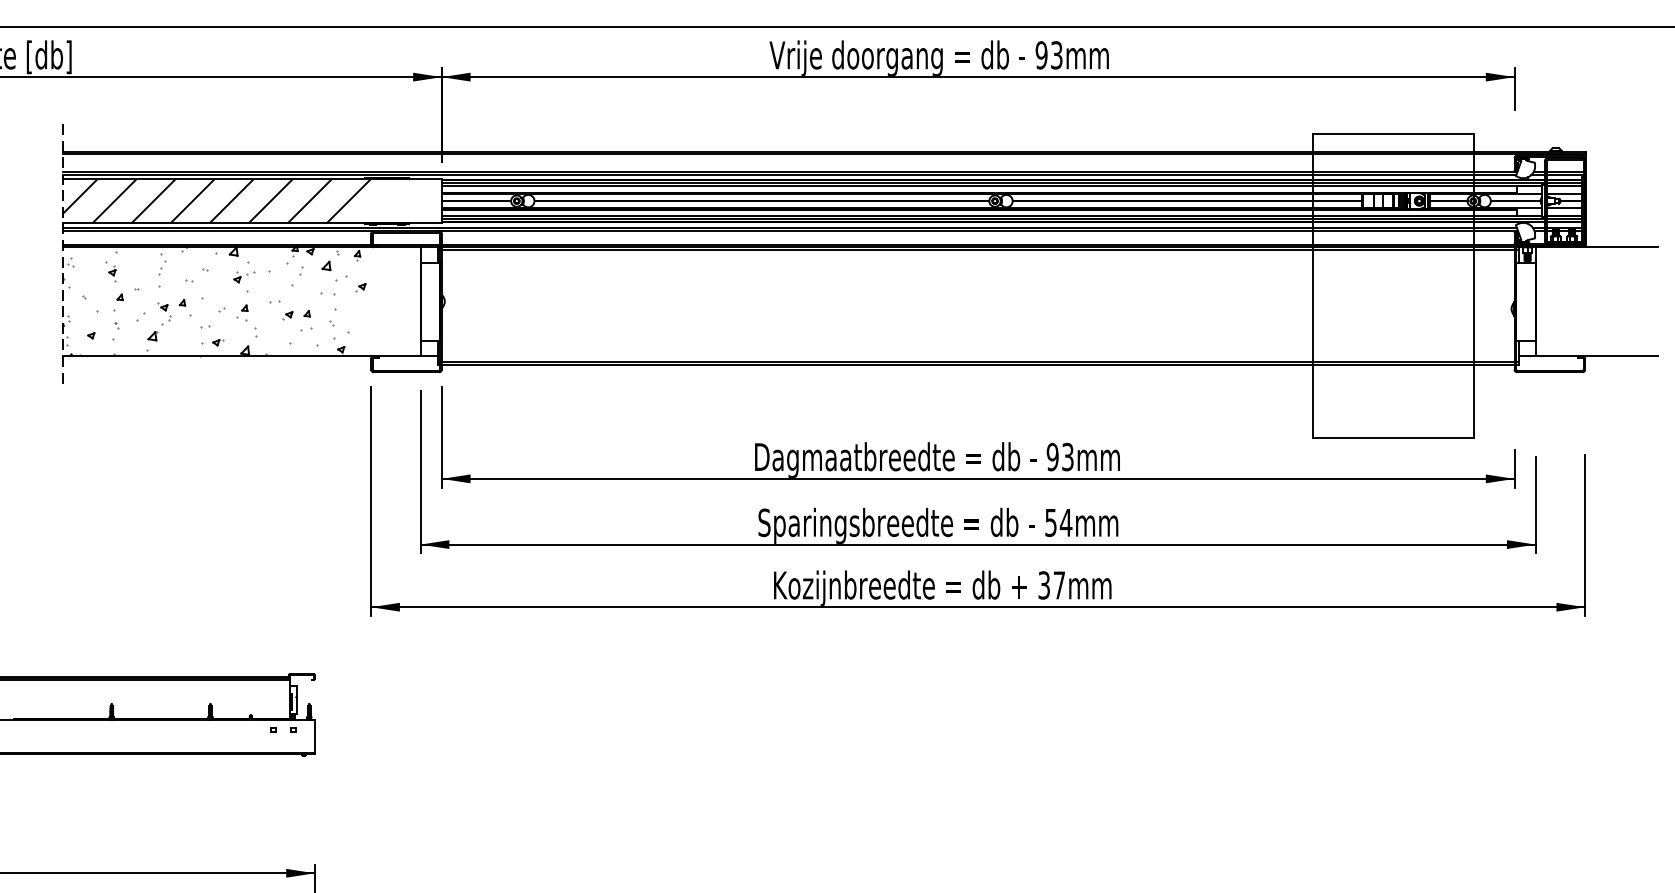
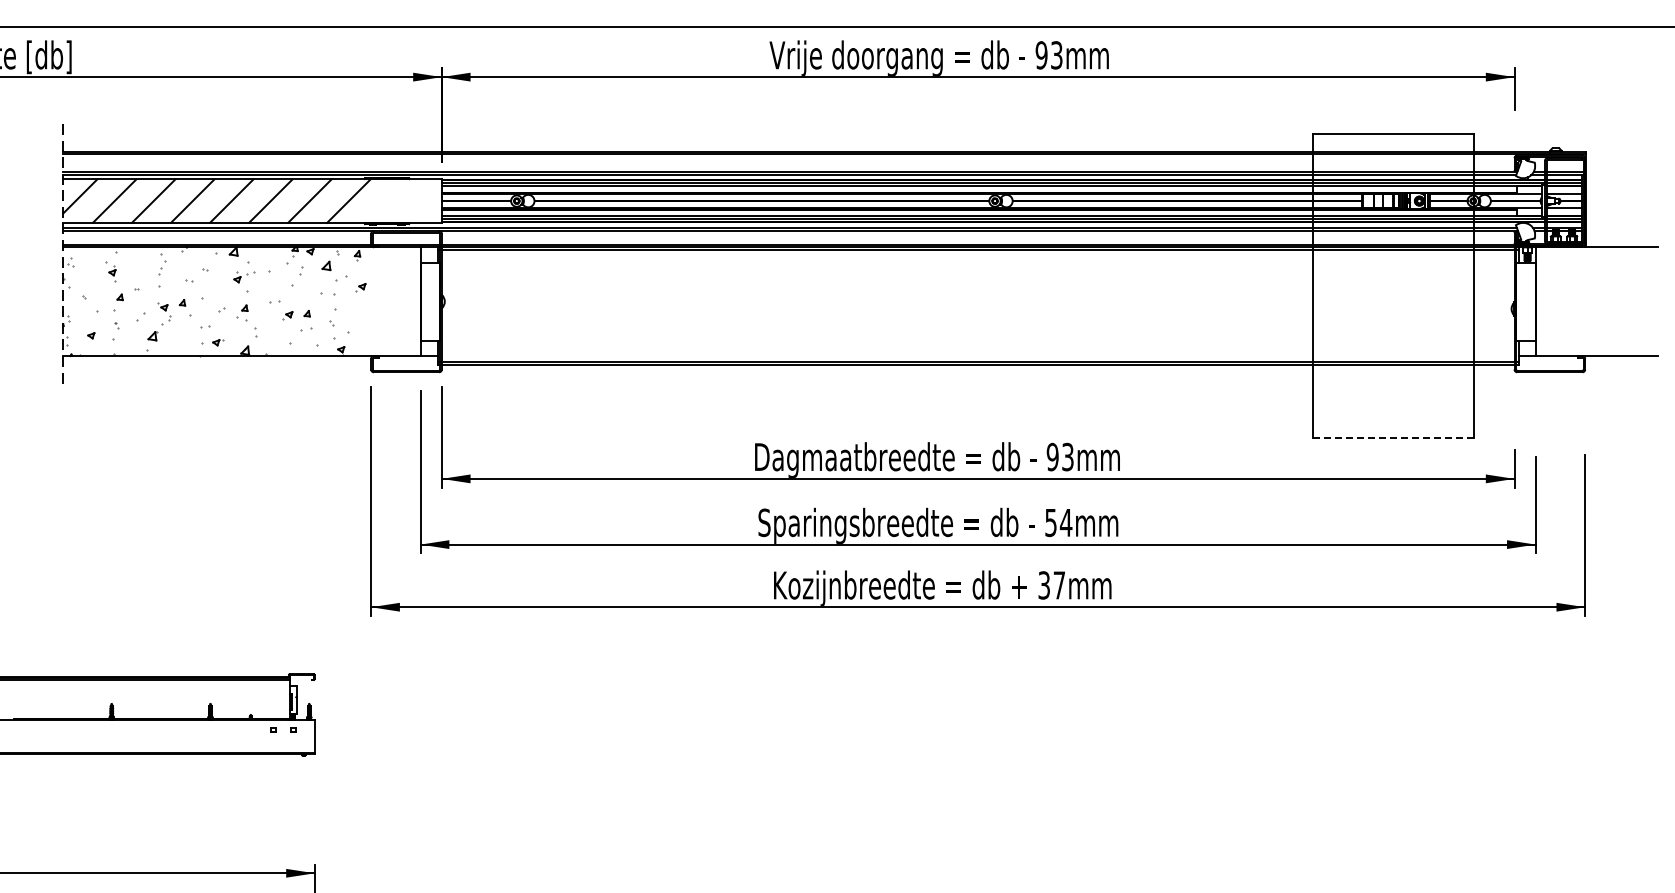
line at (1393, 438): solid -> dashed
